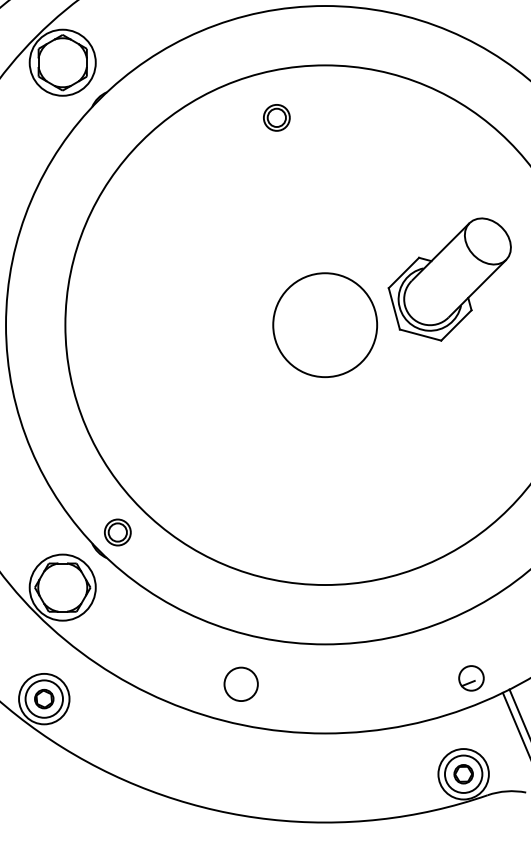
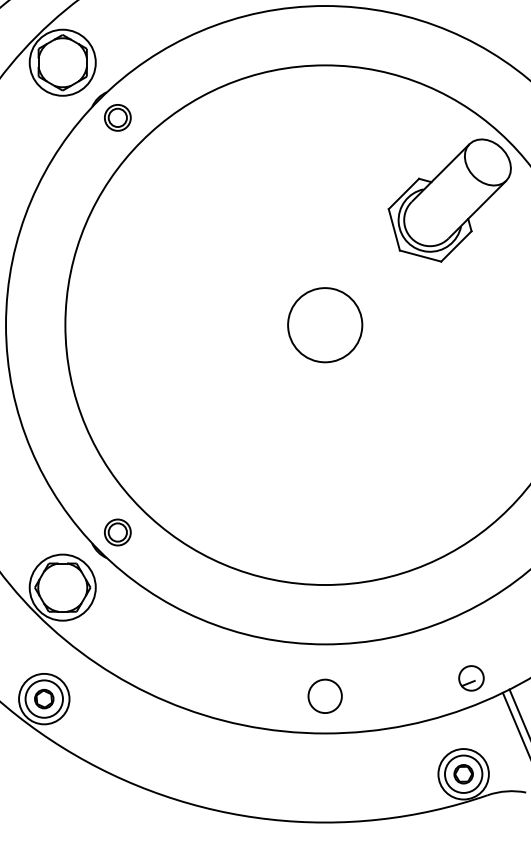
part at (276, 117) position: (276, 117) -> (117, 117)
part at (449, 279) position: (449, 279) -> (449, 200)
circle at (325, 325) diameter: 104 px -> 74 px
circle at (240, 683) position: (240, 683) -> (324, 695)
